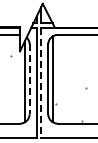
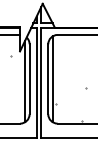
line at (29, 79): dashed -> solid
line at (41, 82): dashed -> solid
